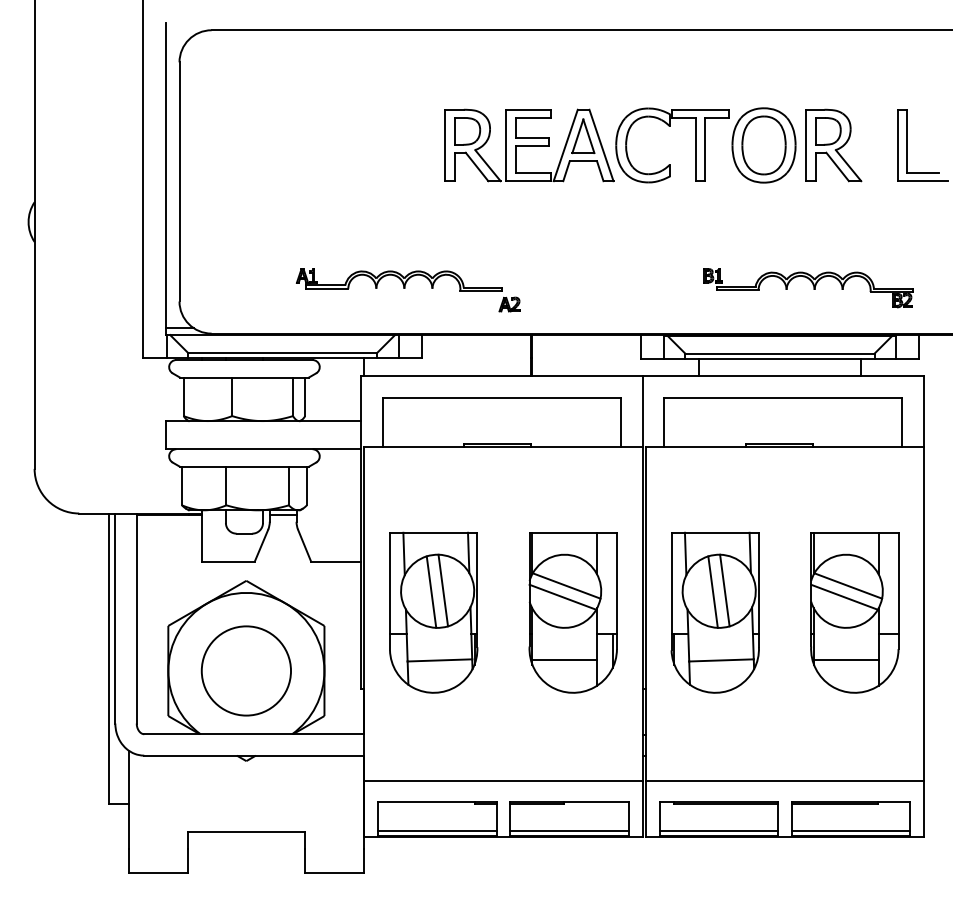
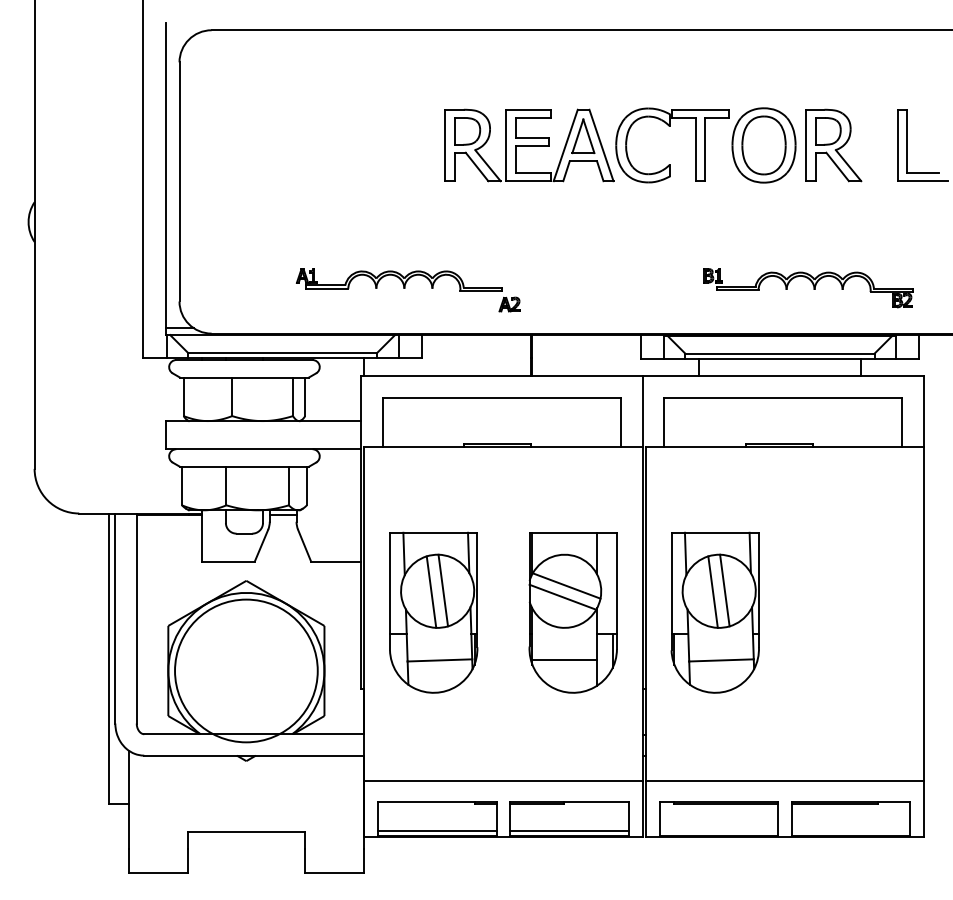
part at (854, 612): present -> none
circle at (246, 670) diameter: 89 px -> 143 px
line at (718, 831): present -> none
line at (850, 831): present -> none
